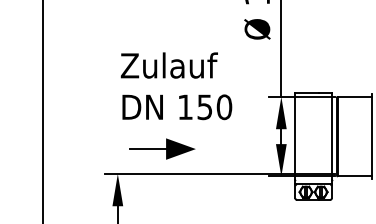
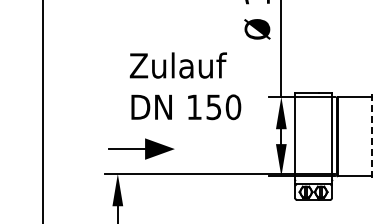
text at (176, 86) position: (176, 86) -> (185, 86)
line at (371, 136): solid -> dashed
part at (162, 148) position: (162, 148) -> (141, 148)
